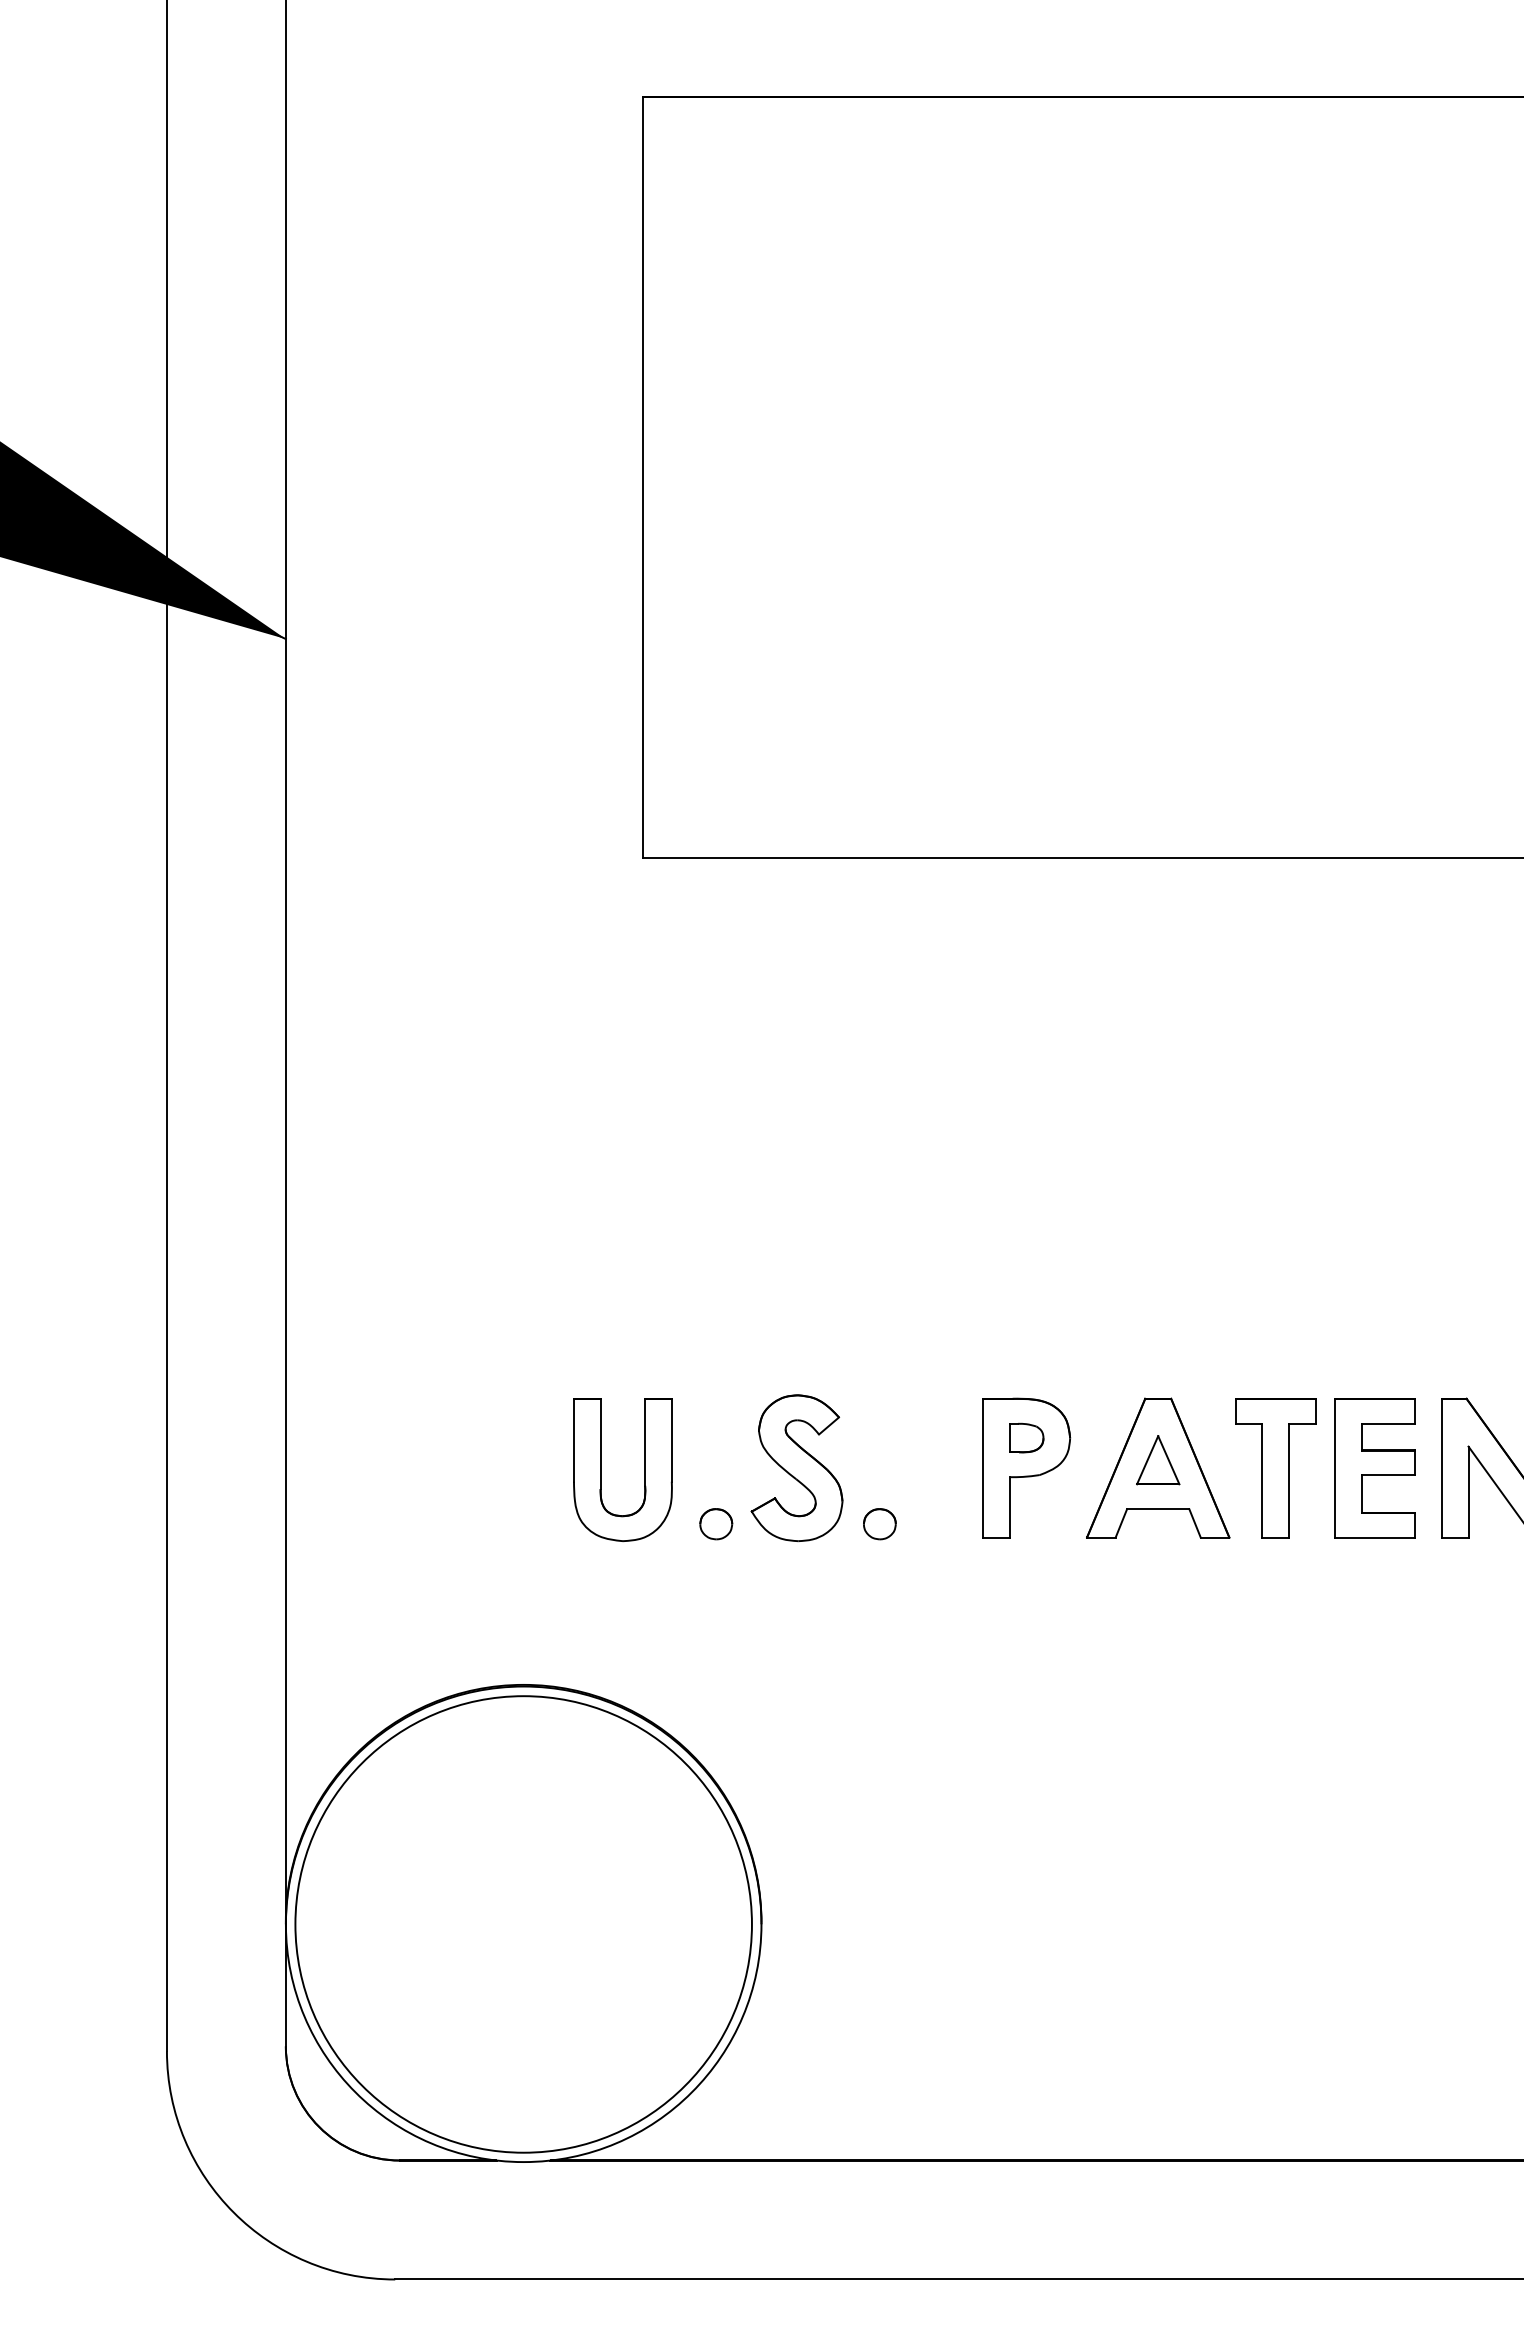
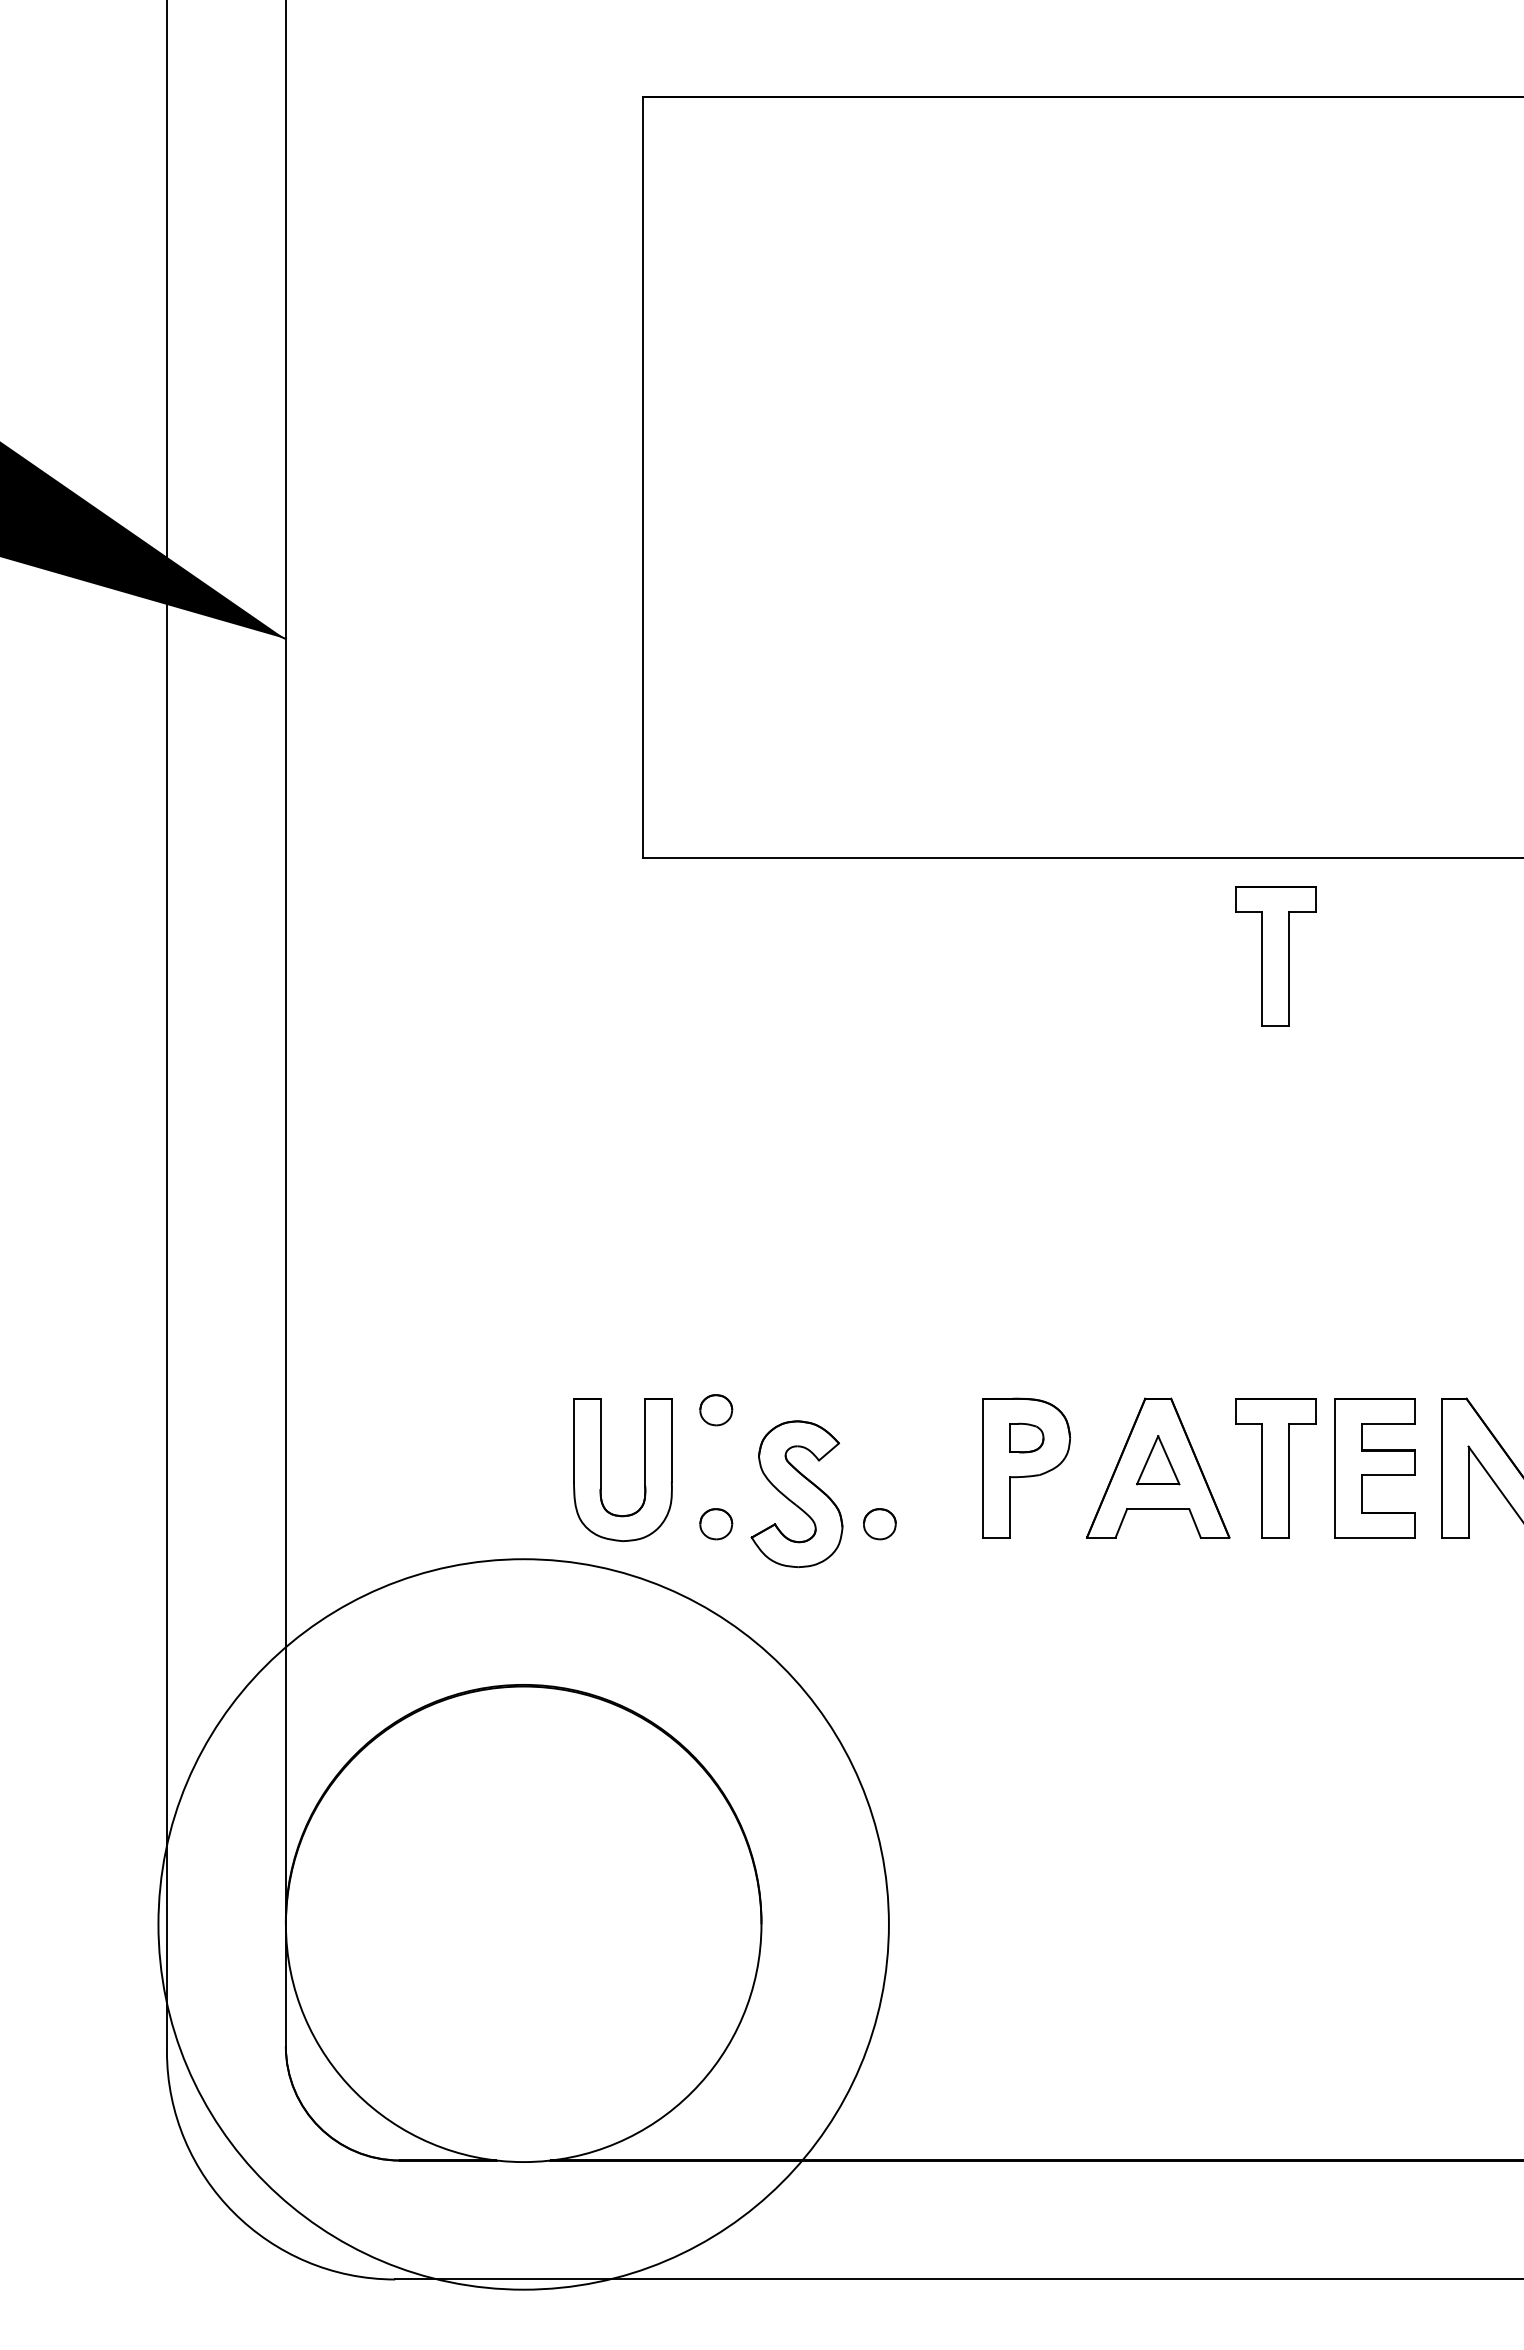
part at (1275, 956): none -> present
part at (716, 1410): none -> present
part at (796, 1468) position: (796, 1468) -> (796, 1494)
circle at (523, 1924) diameter: 457 px -> 730 px
